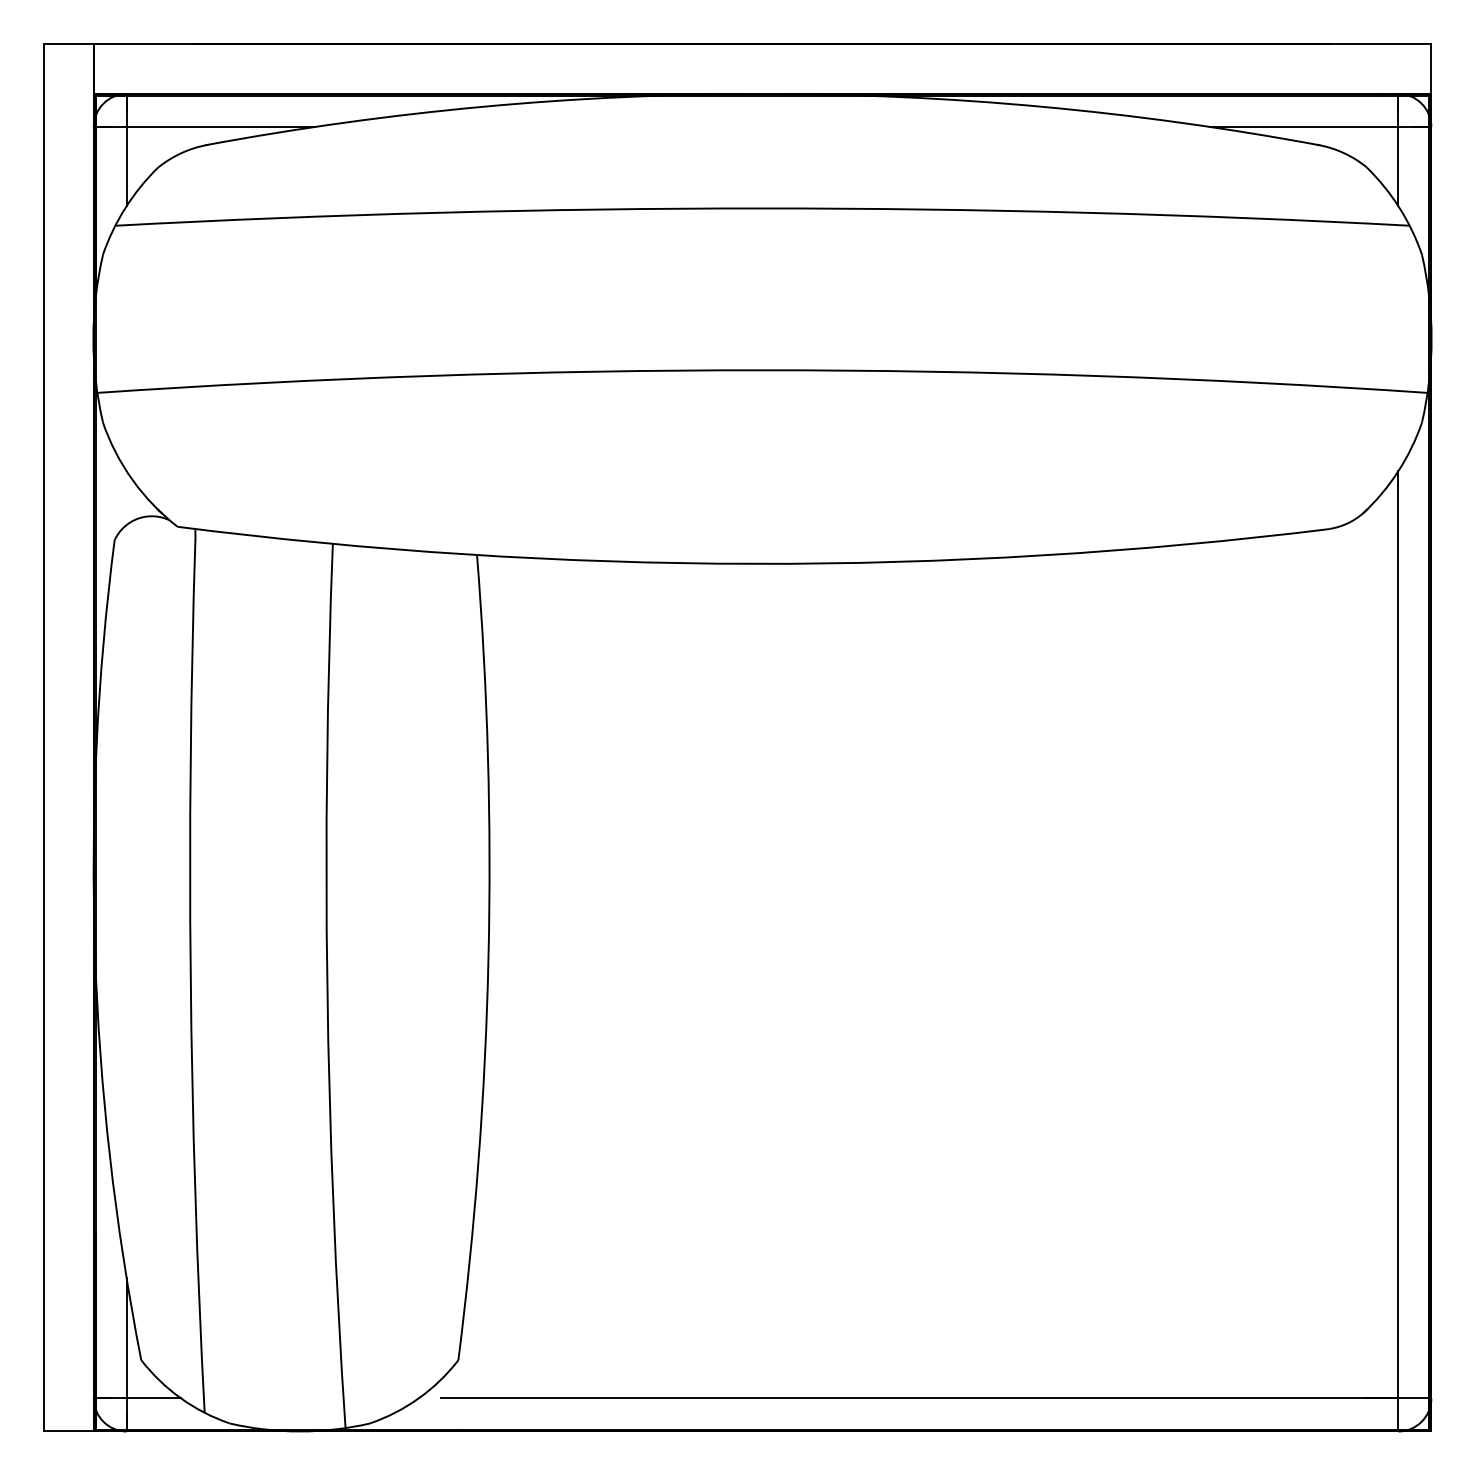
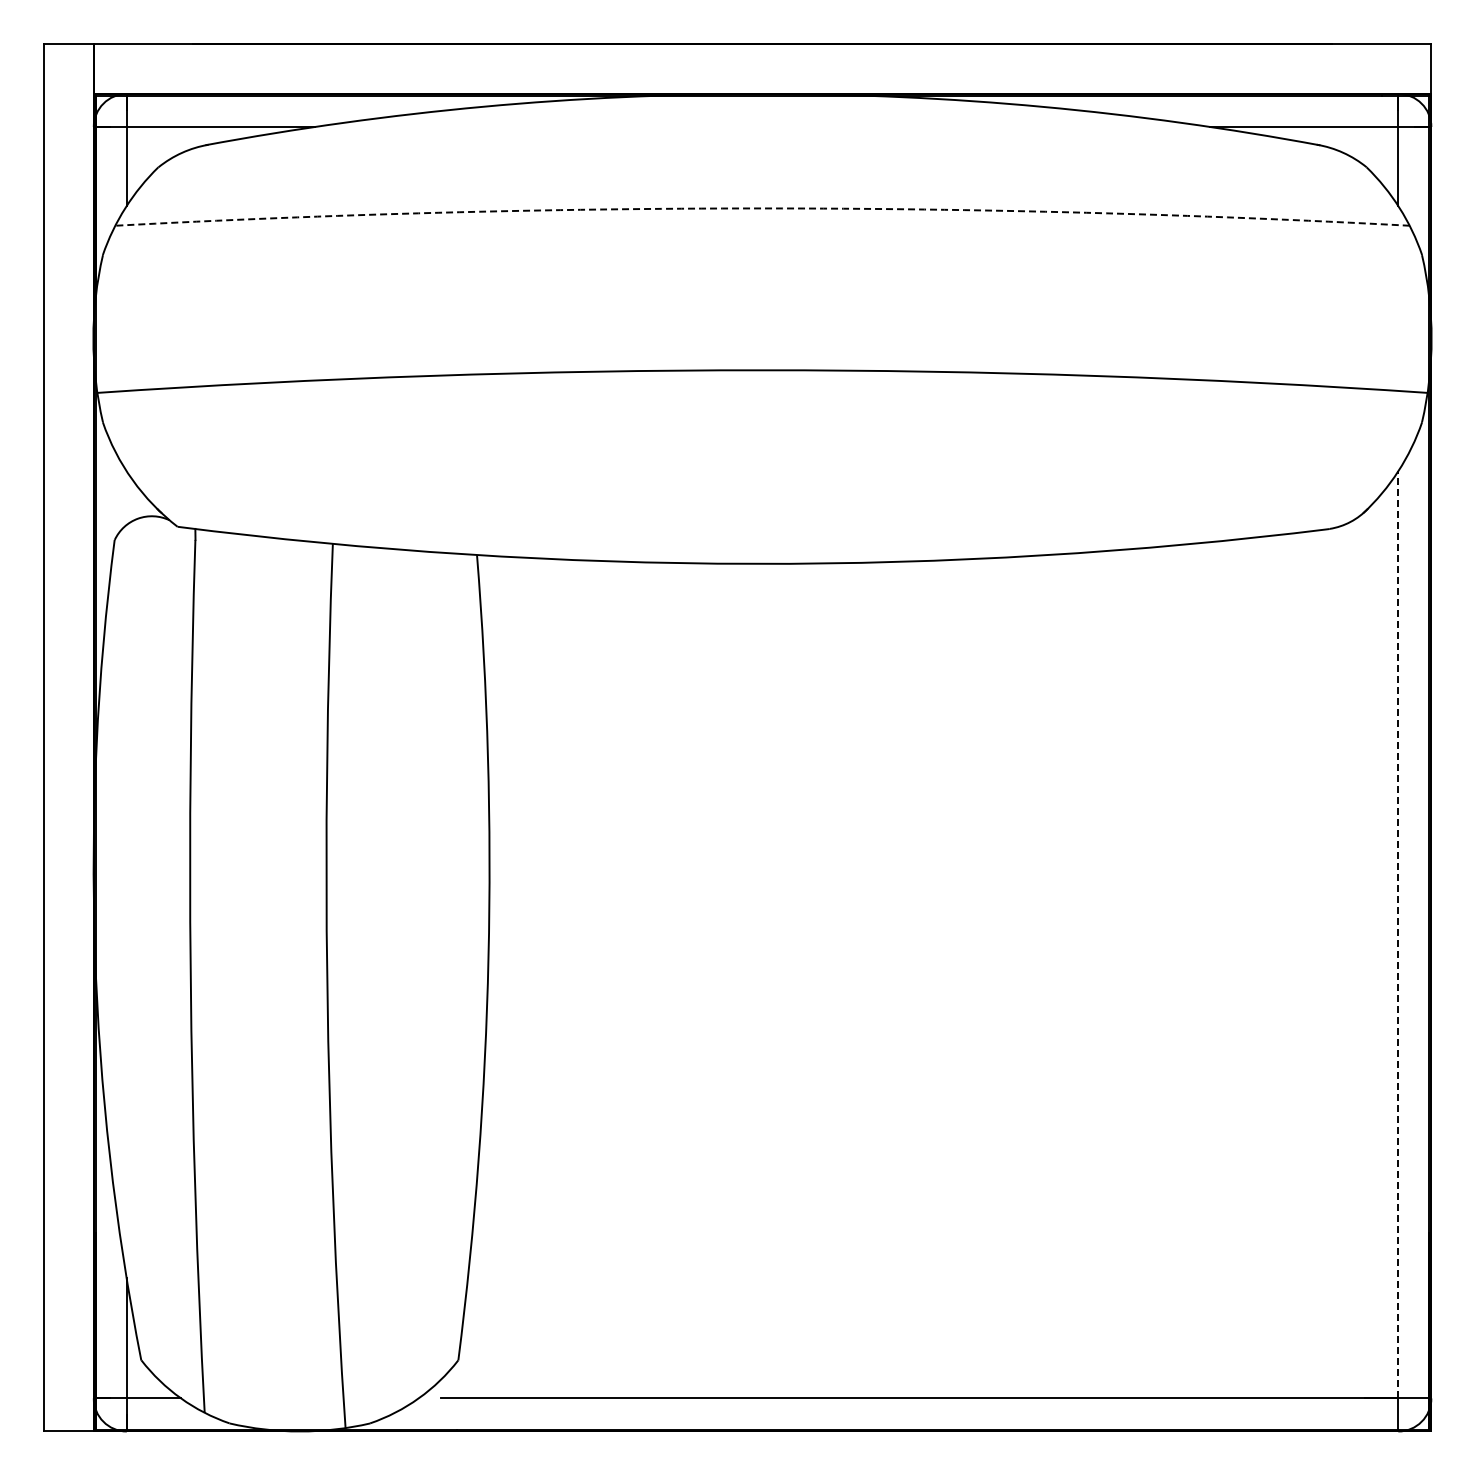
arc at (762, 208): solid -> dashed
line at (1398, 934): solid -> dashed
